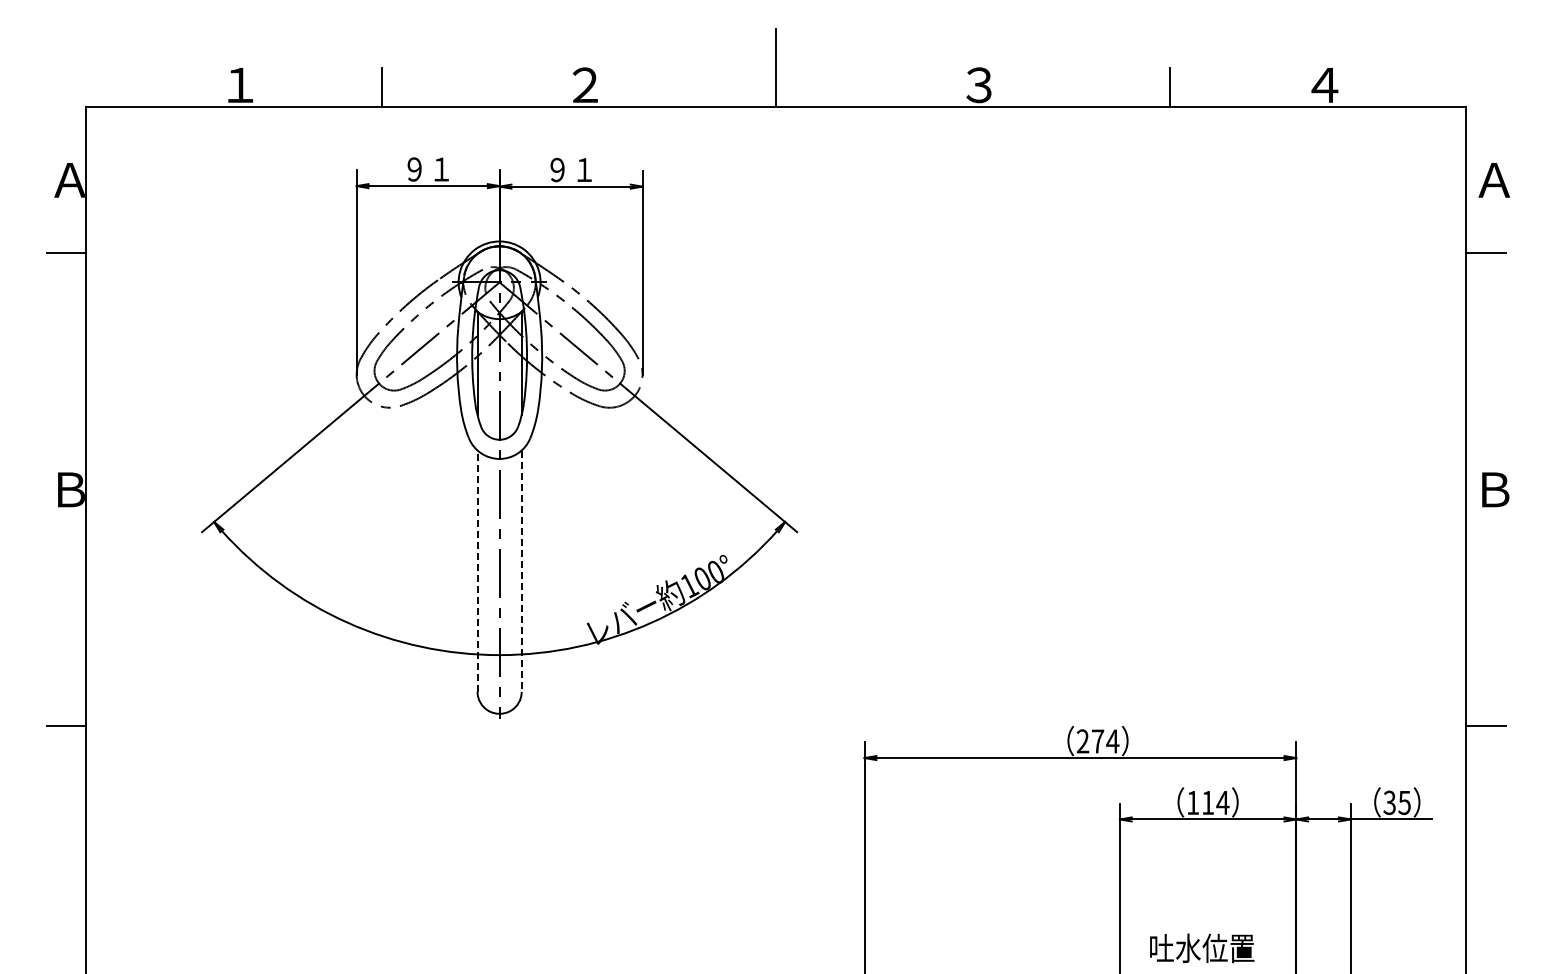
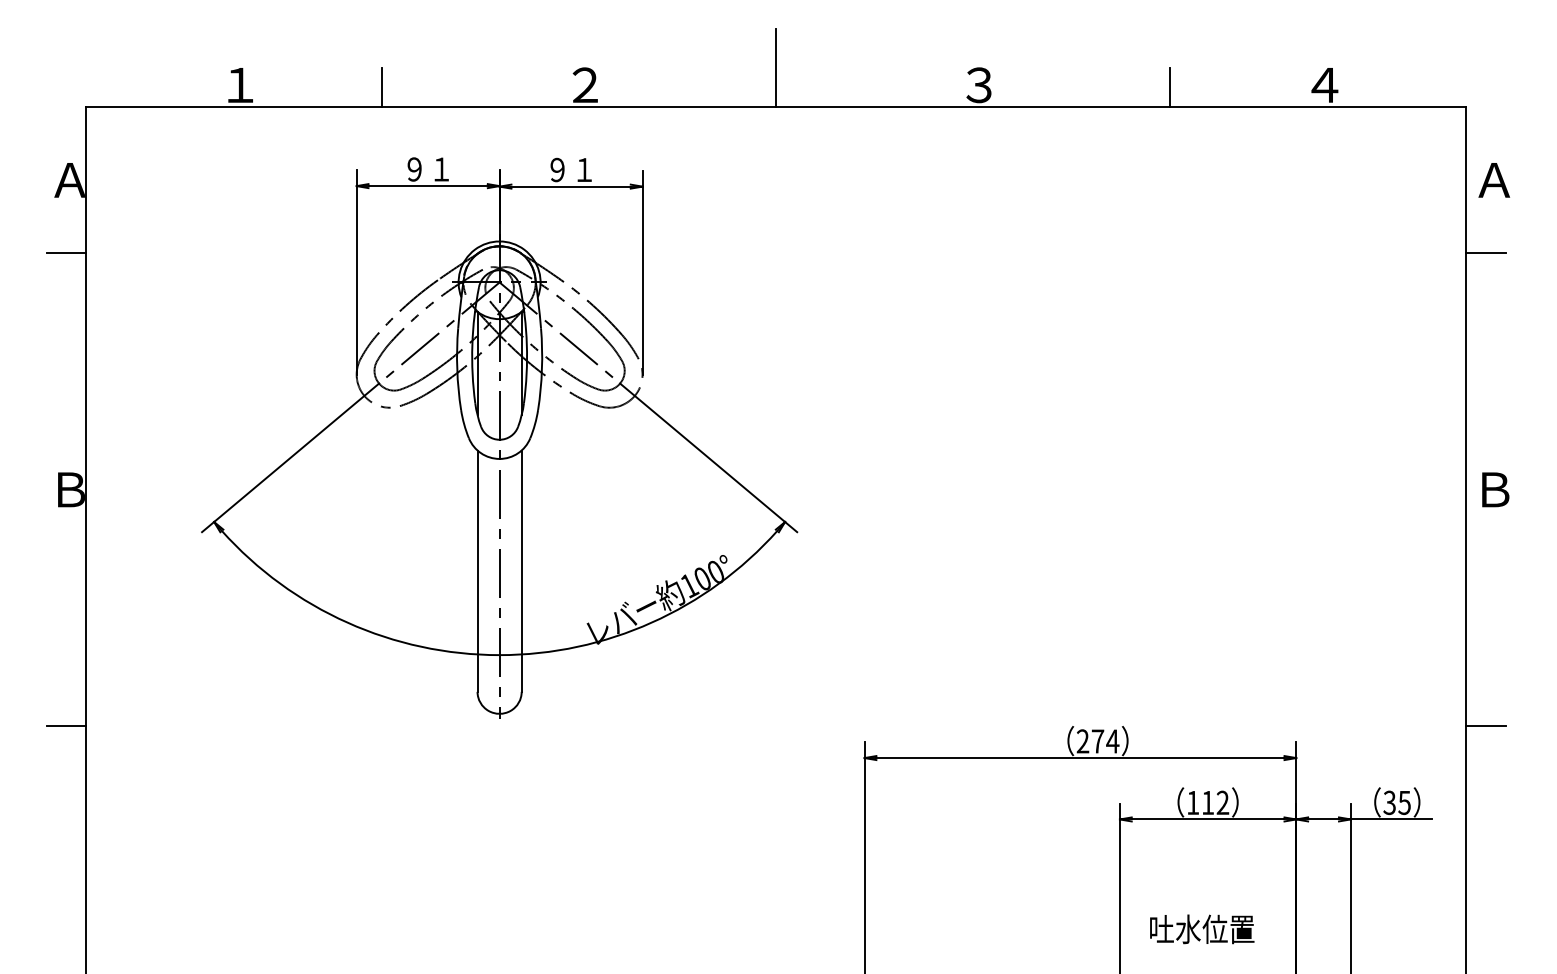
line at (477, 571): dashed -> solid
line at (521, 571): dashed -> solid
text at (1222, 802): 114 -> 112
text at (1202, 948) position: (1202, 948) -> (1202, 929)
